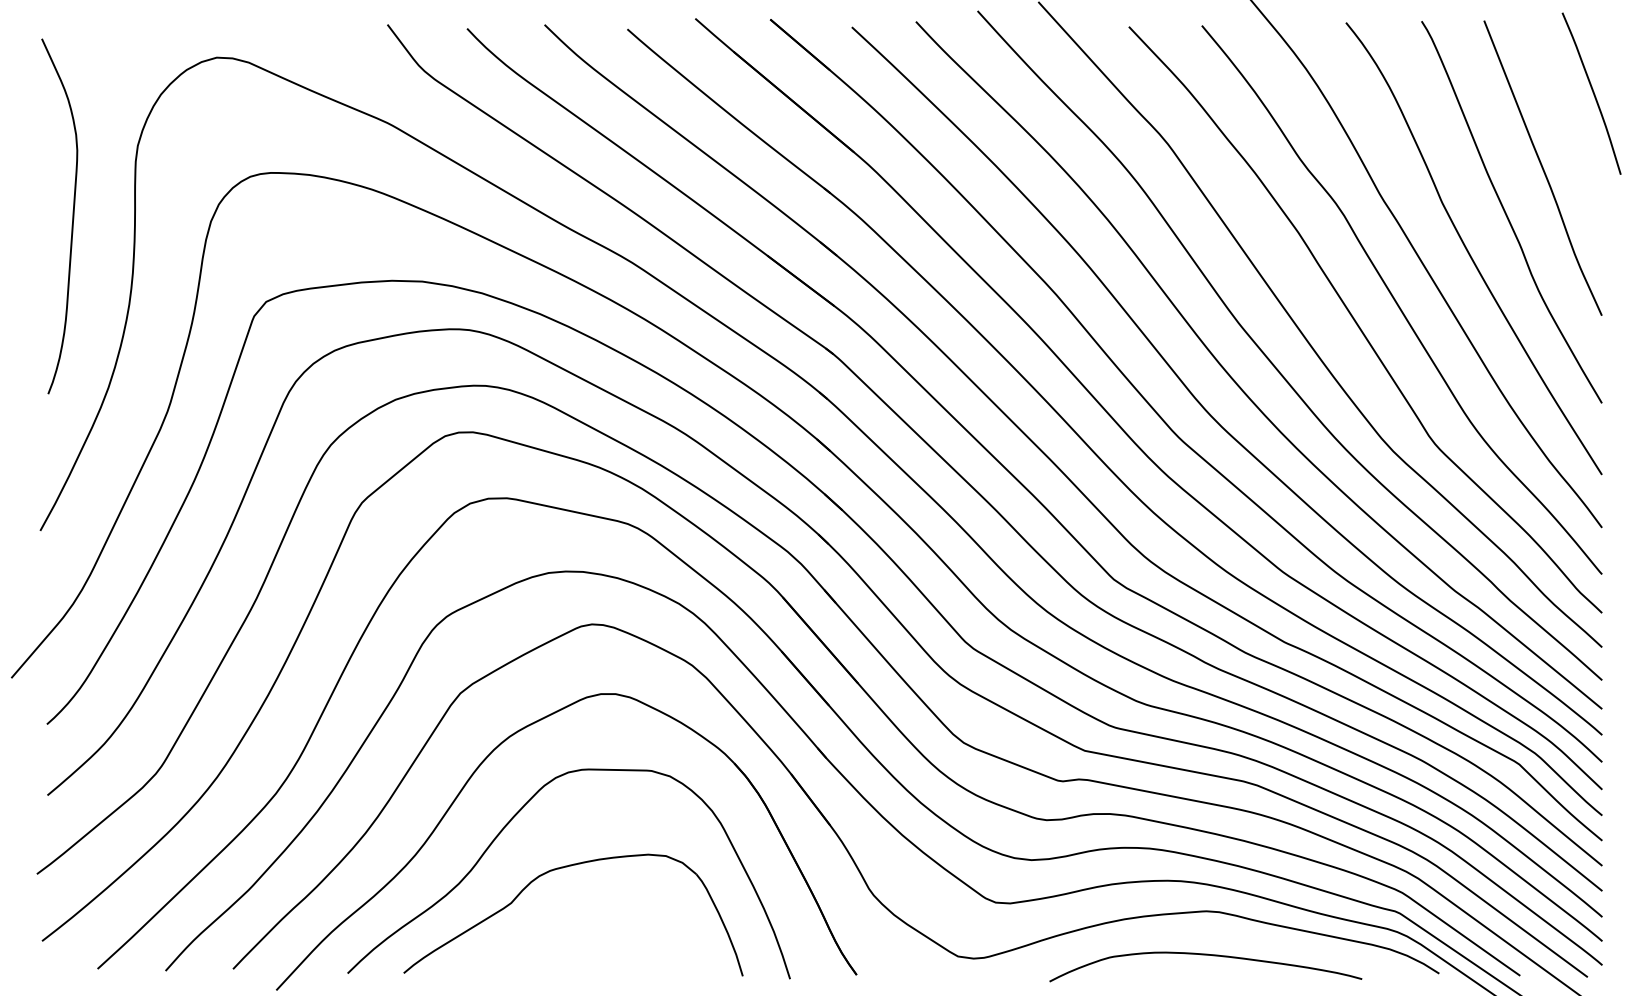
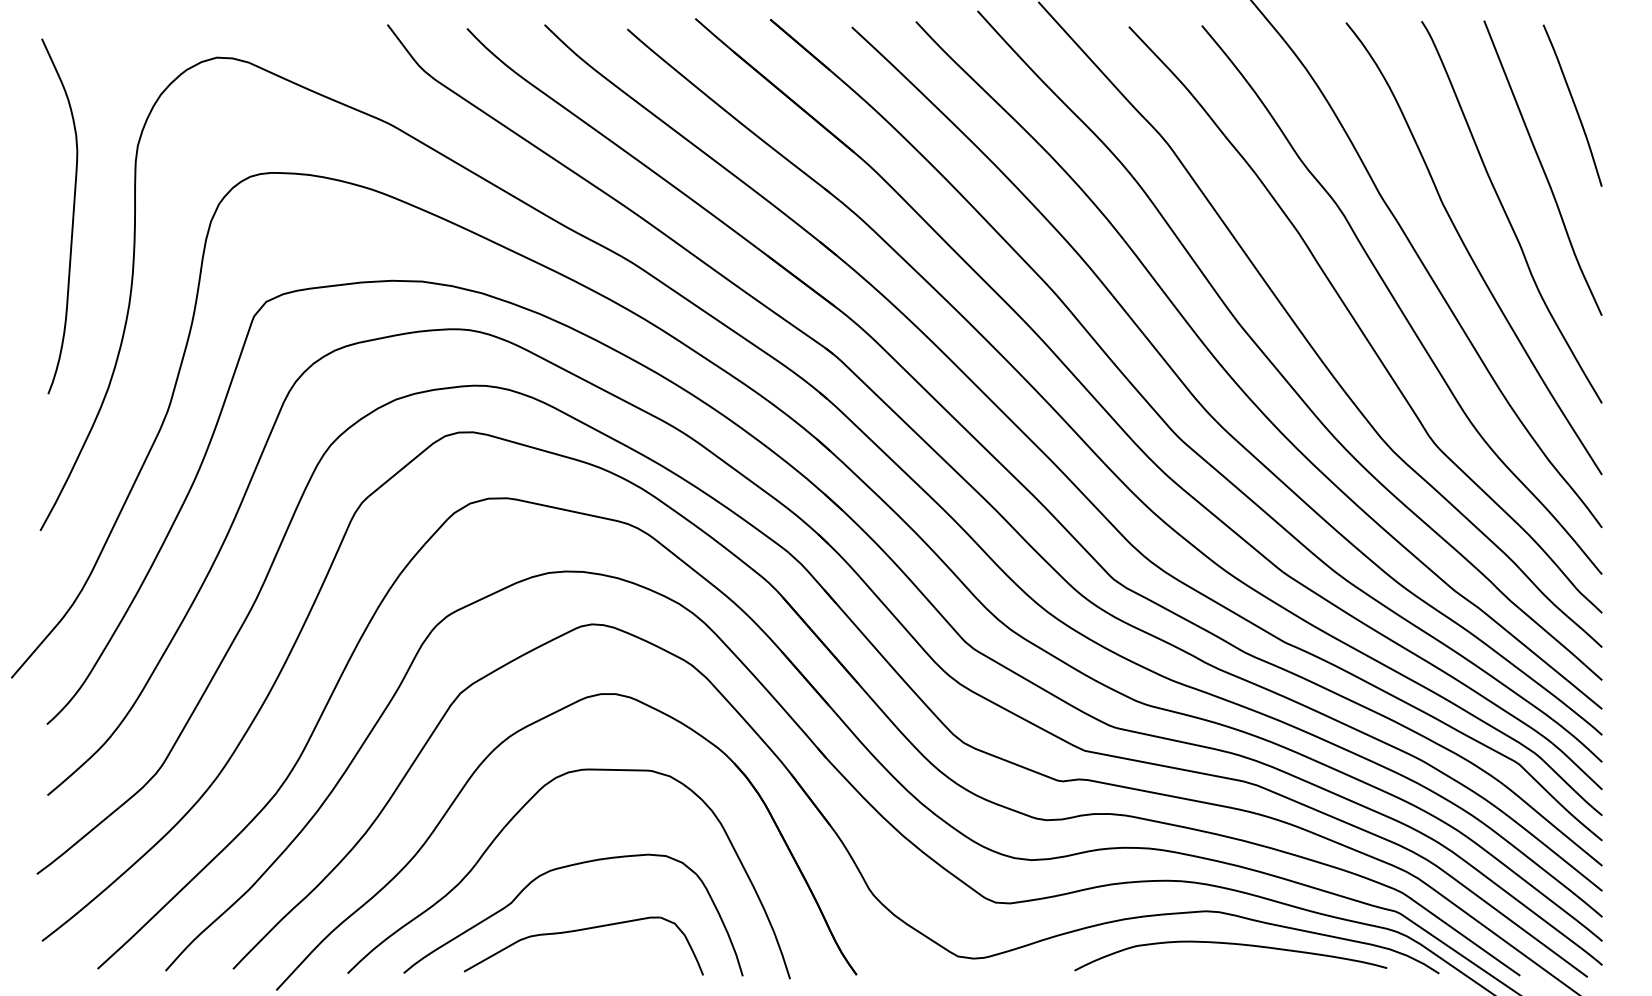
curve at (1592, 92) position: (1592, 92) -> (1573, 104)
part at (578, 931): none -> present
curve at (1205, 955) position: (1205, 955) -> (1230, 944)
